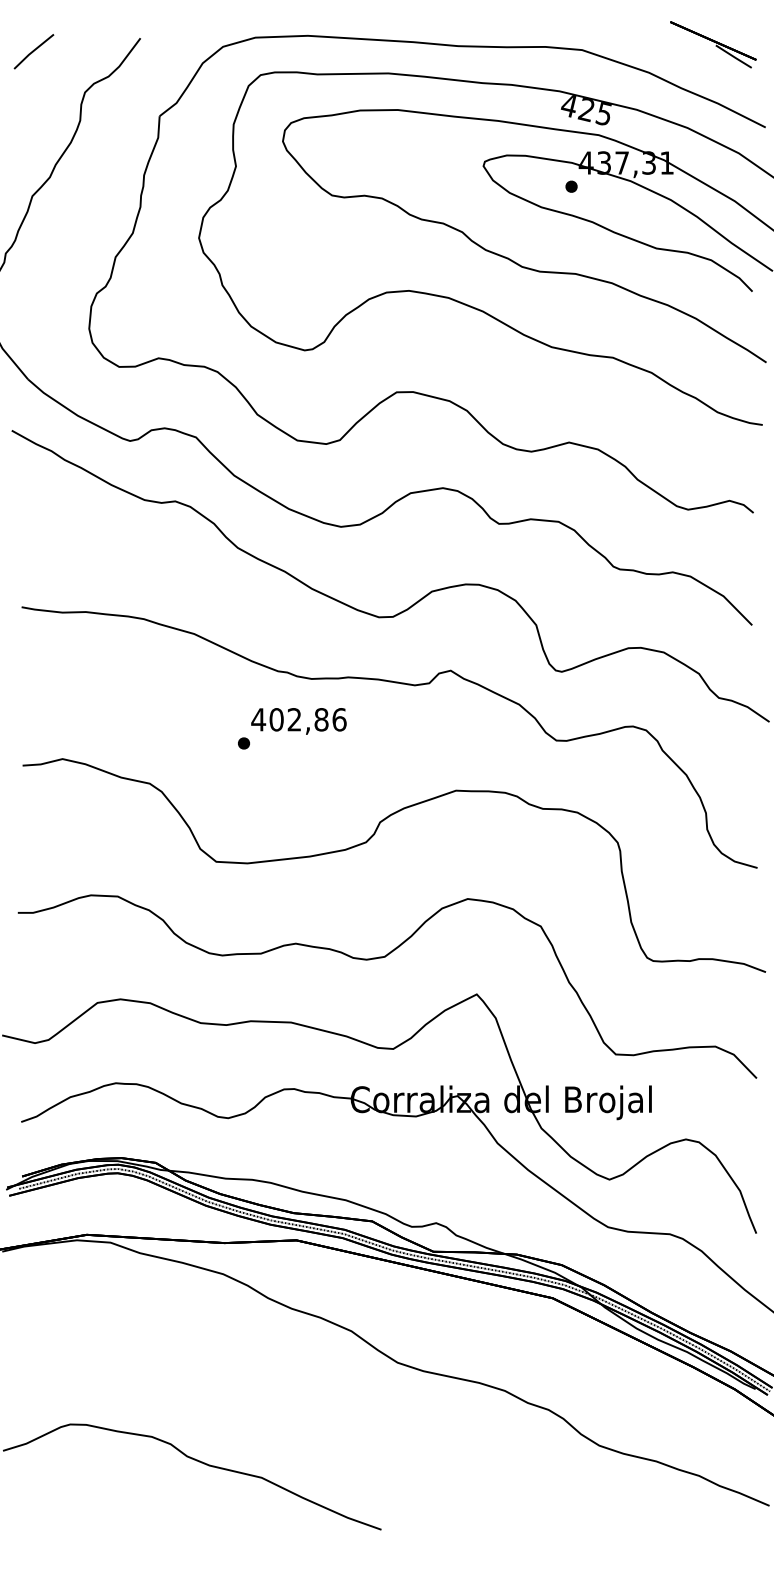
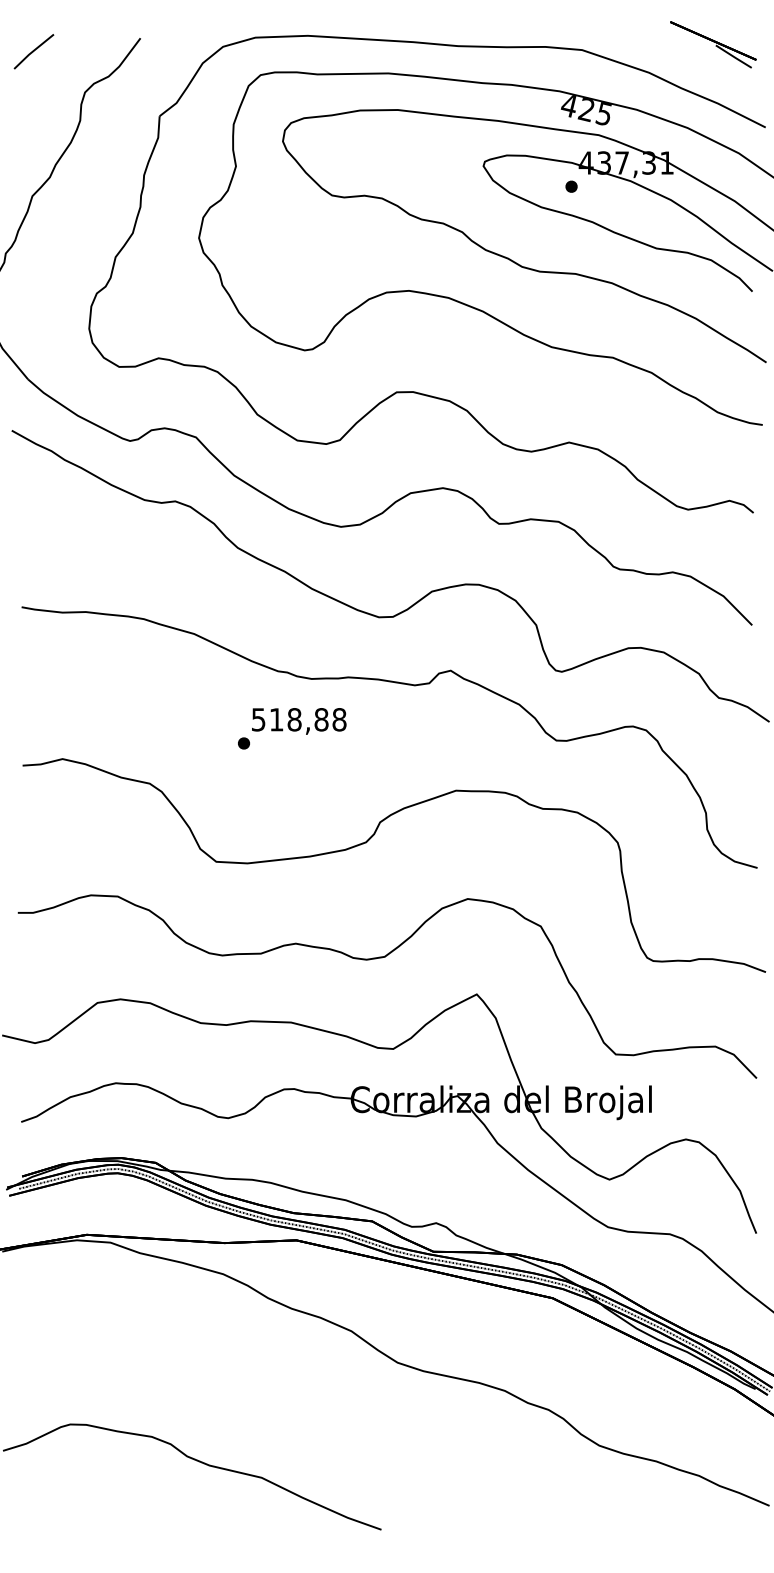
text at (298, 719): 402,86 -> 518,88
